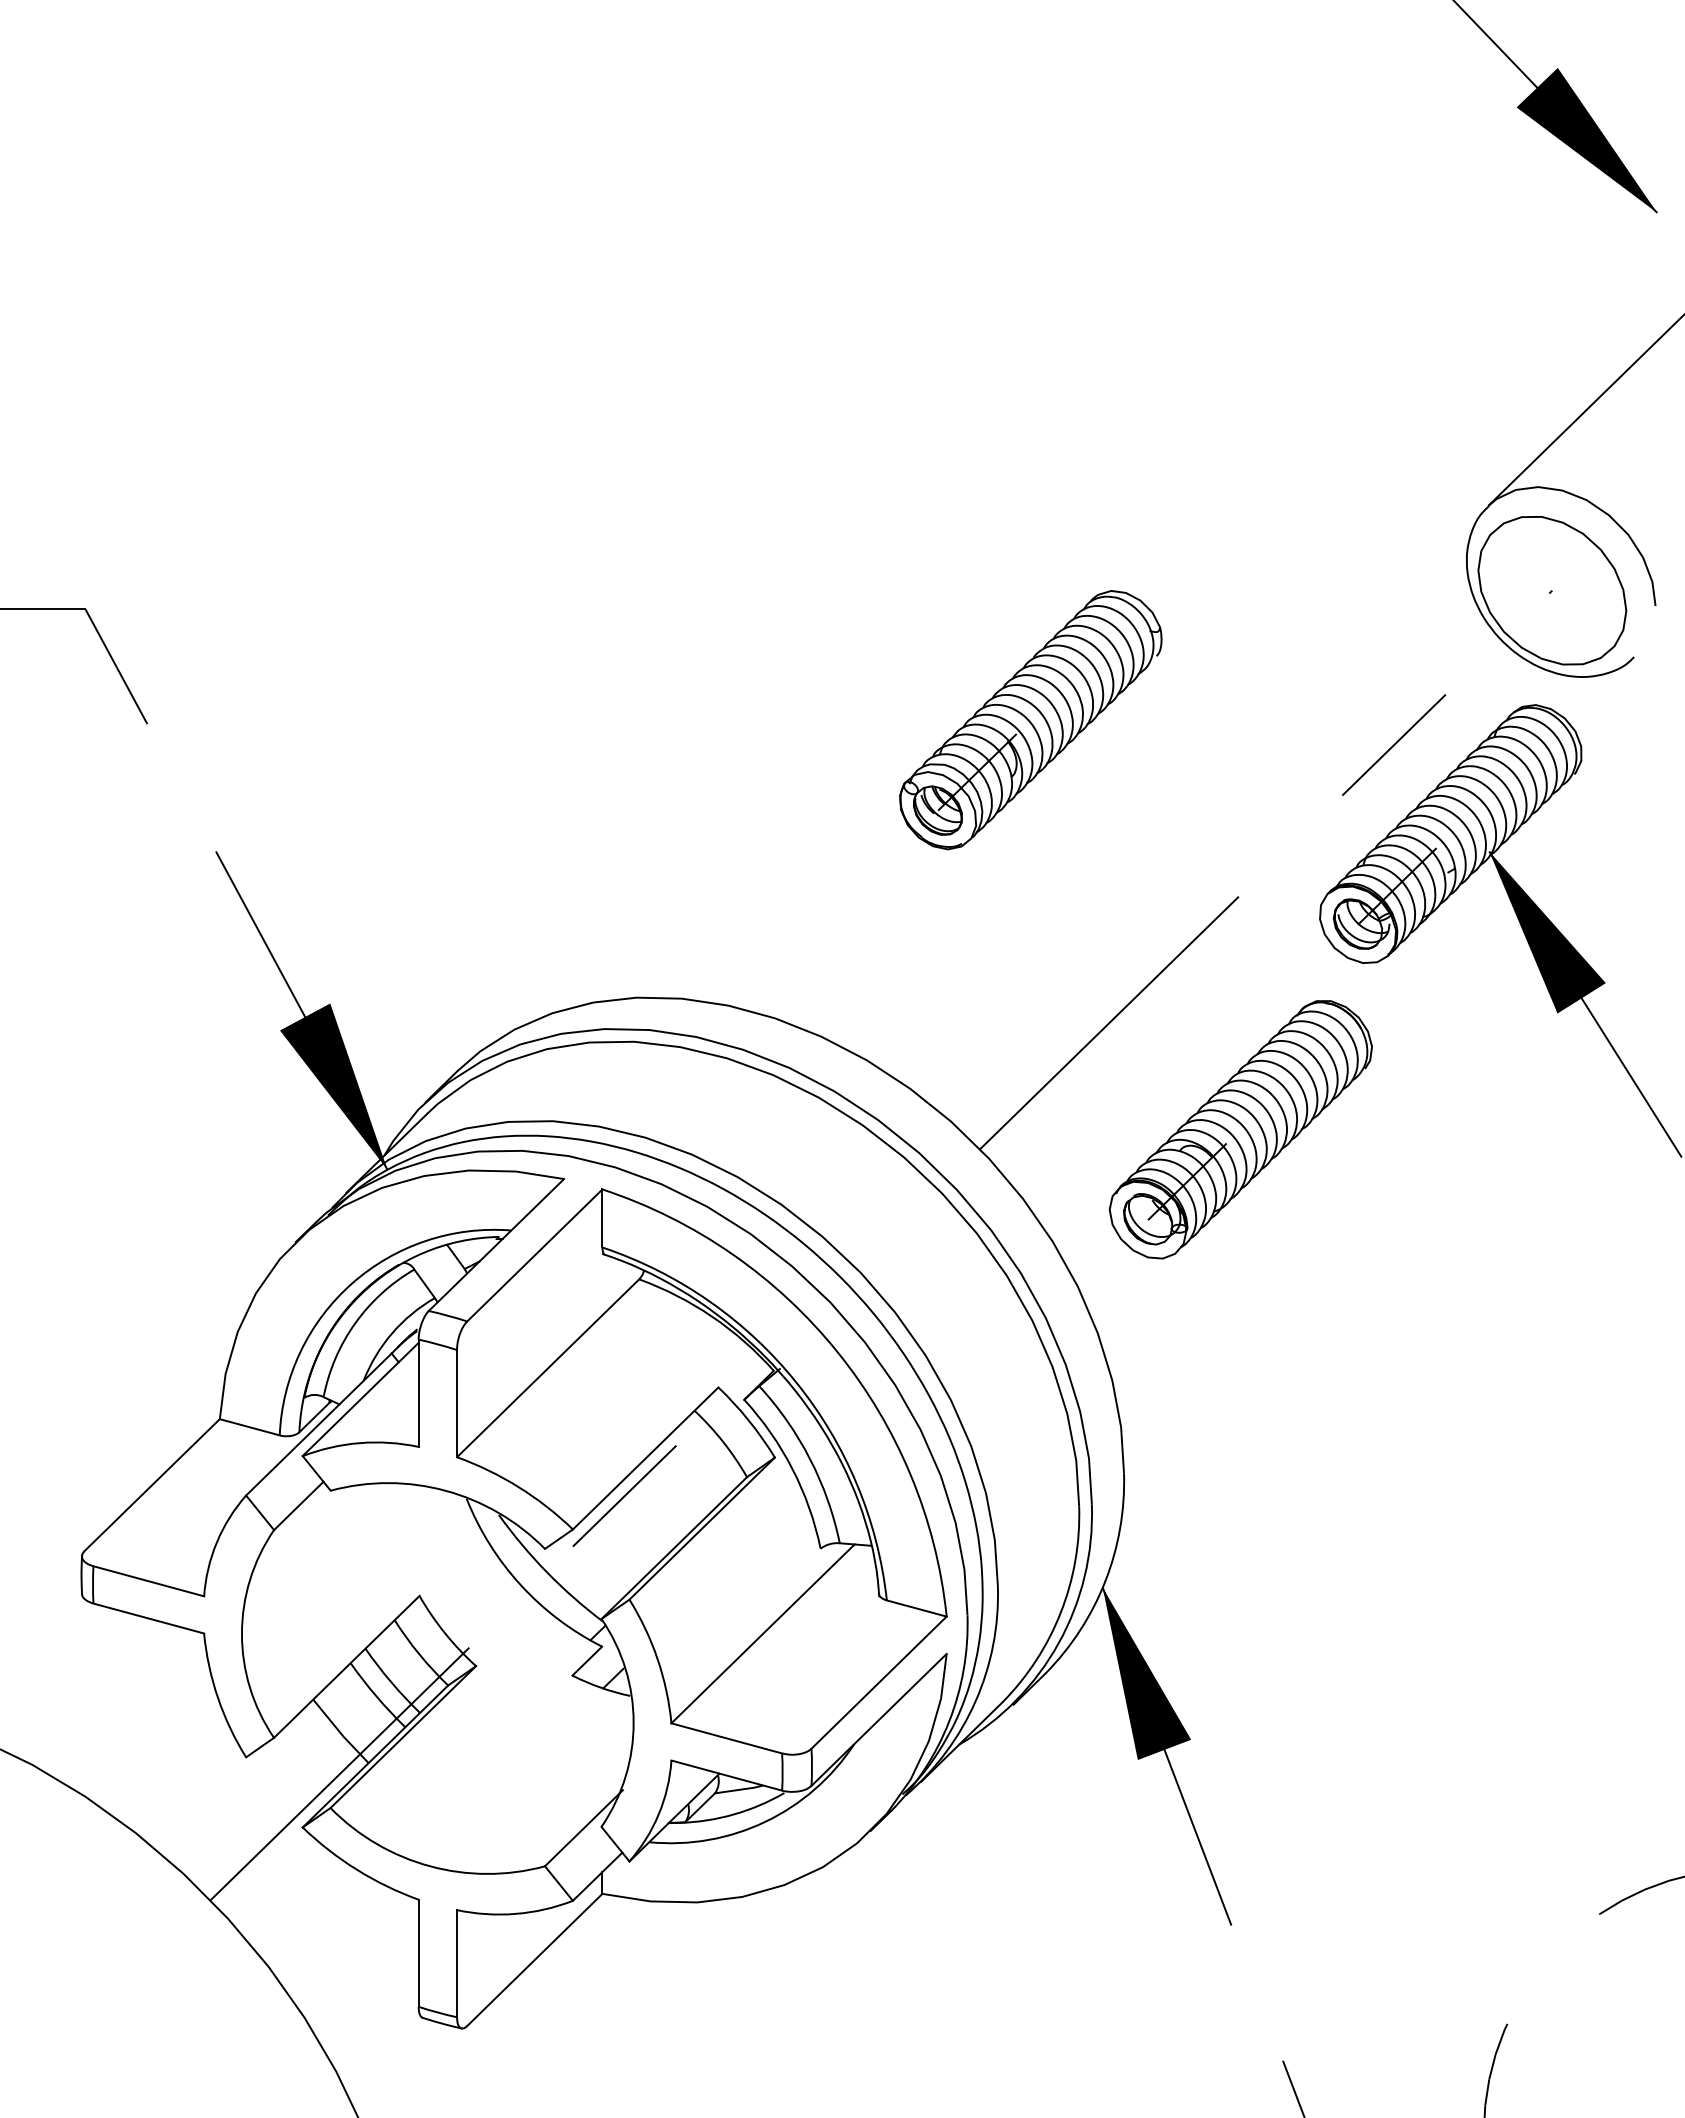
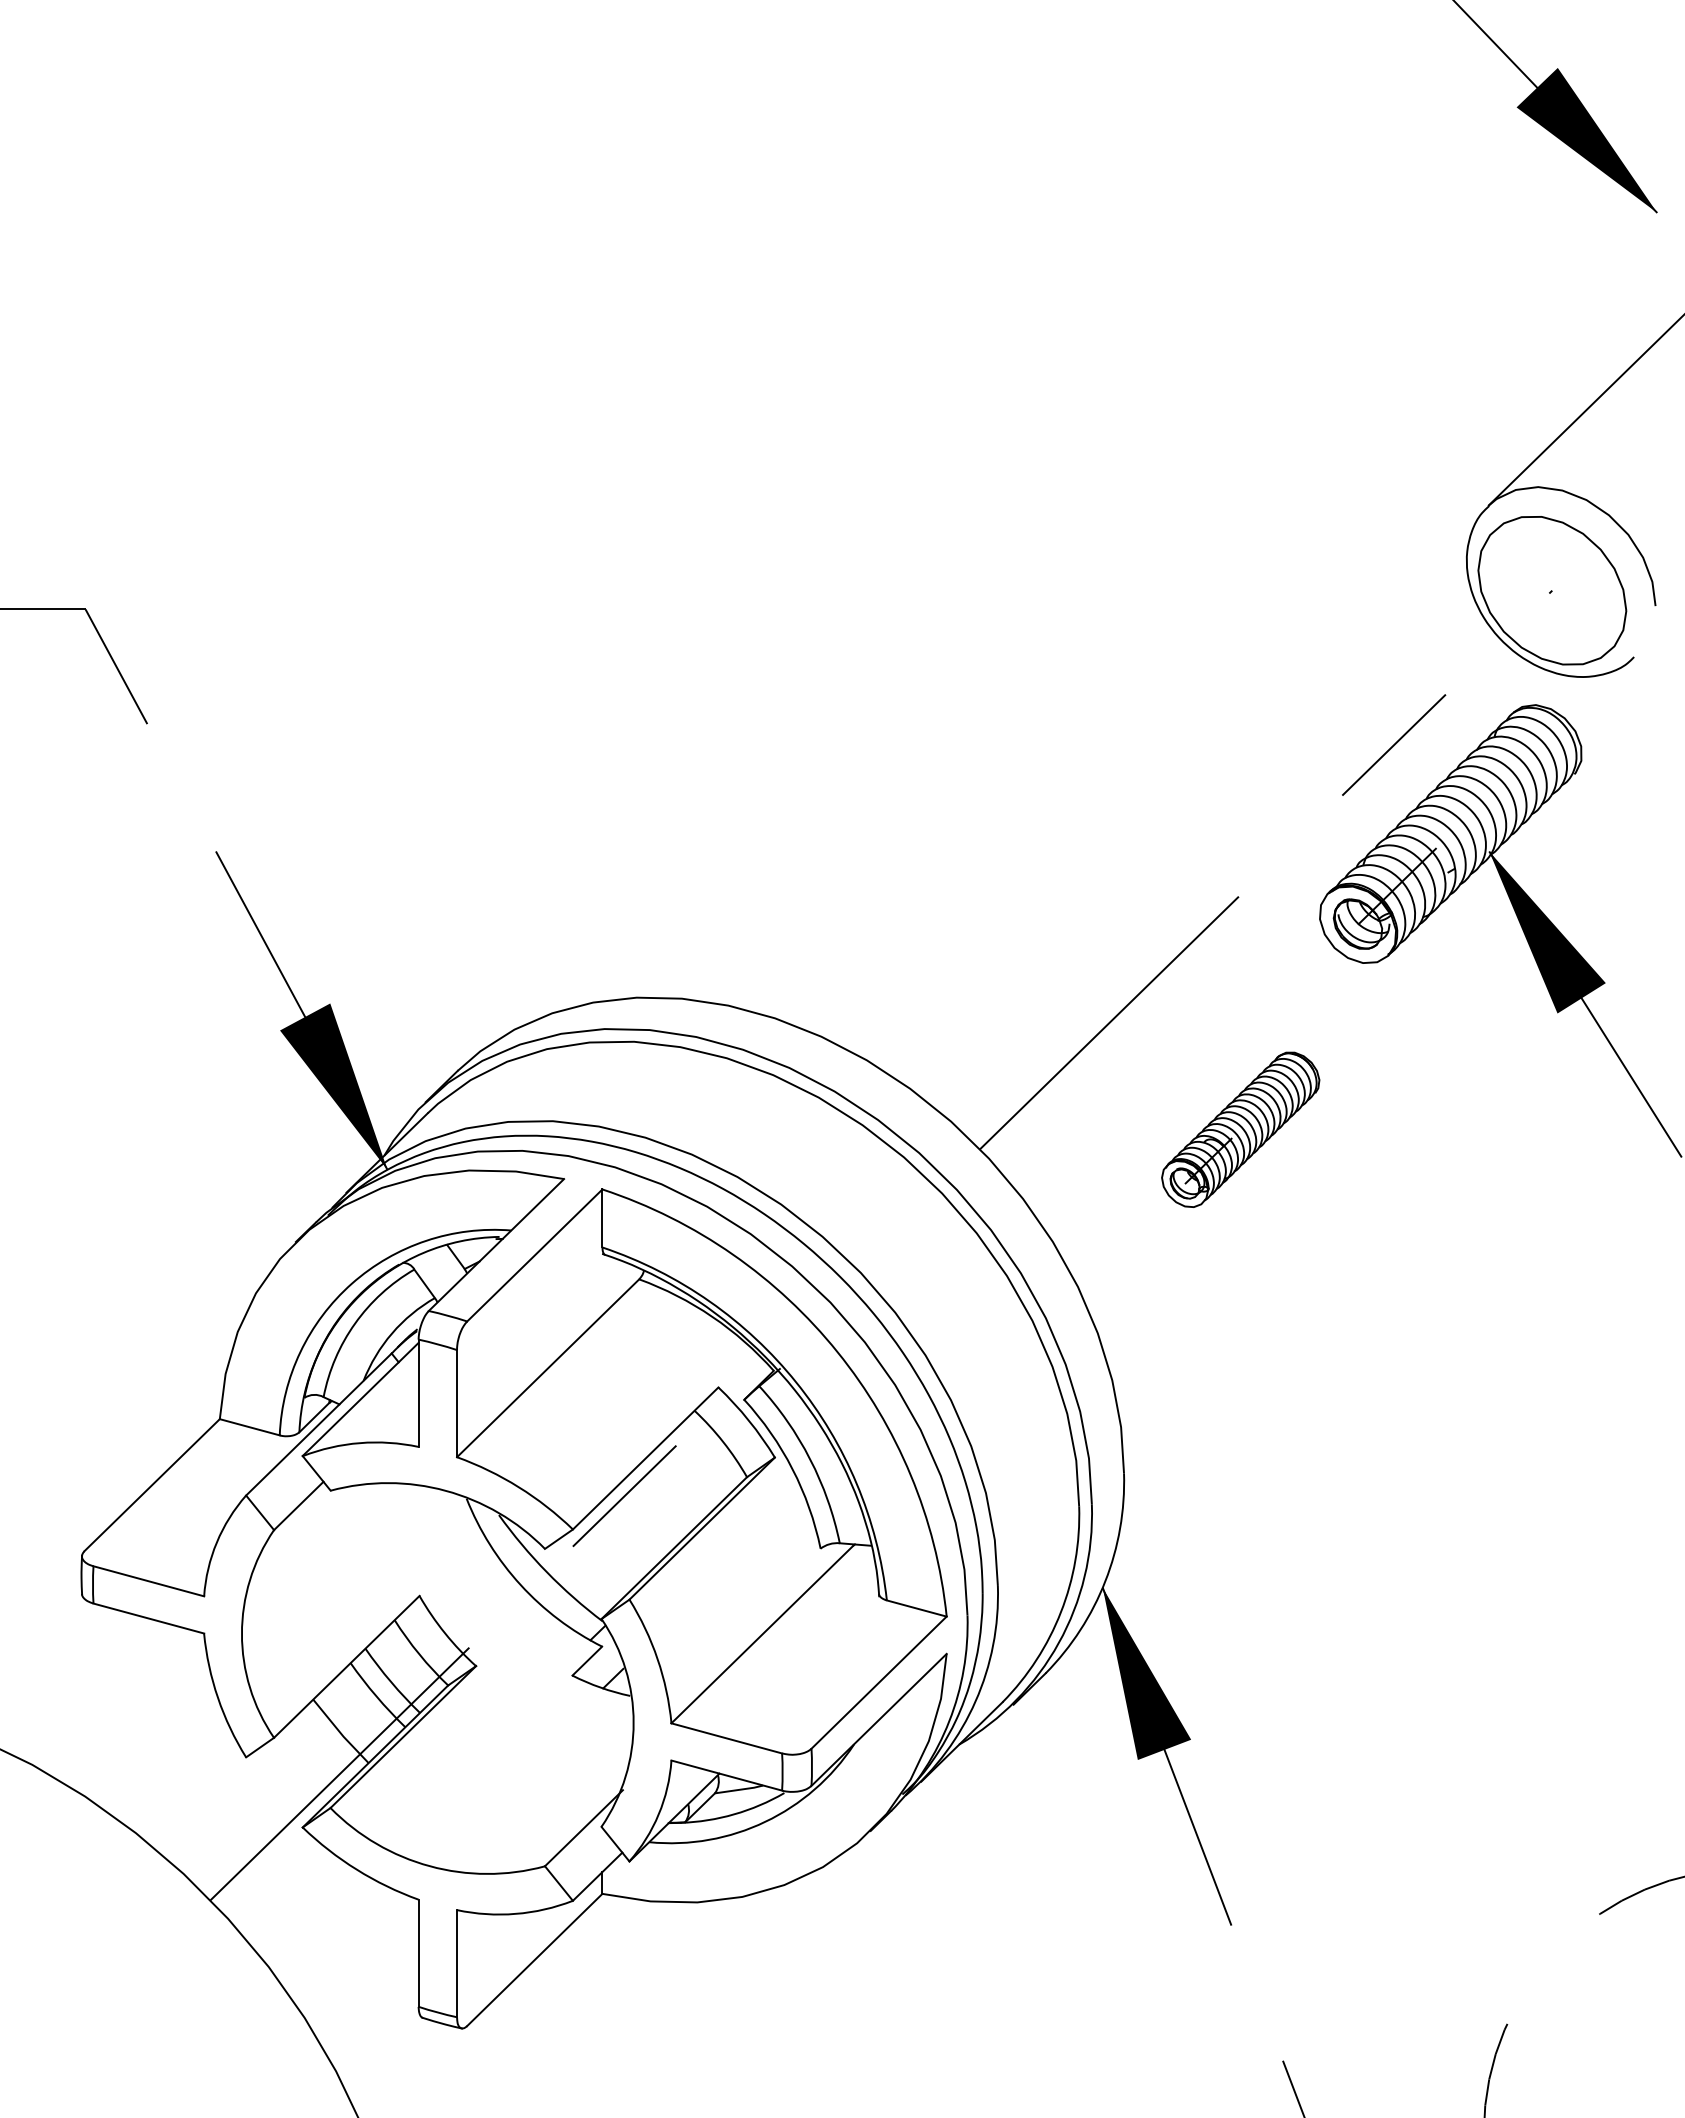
part at (1030, 720): present -> none
part at (1240, 1129) size: 265x260 px -> 160x157 px
